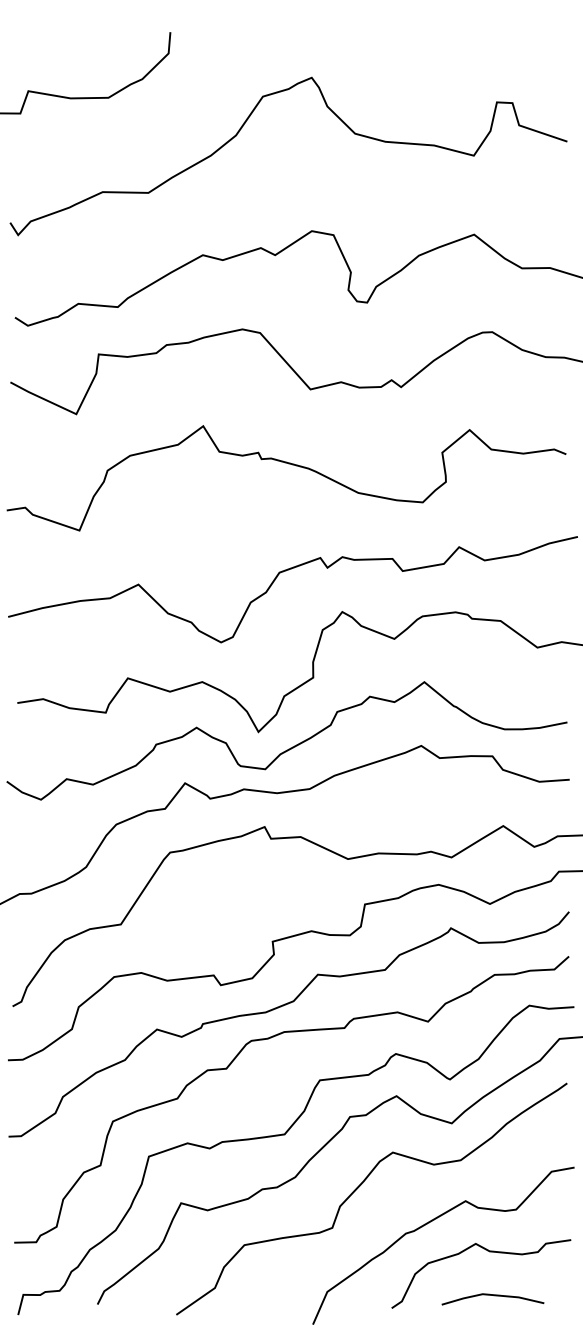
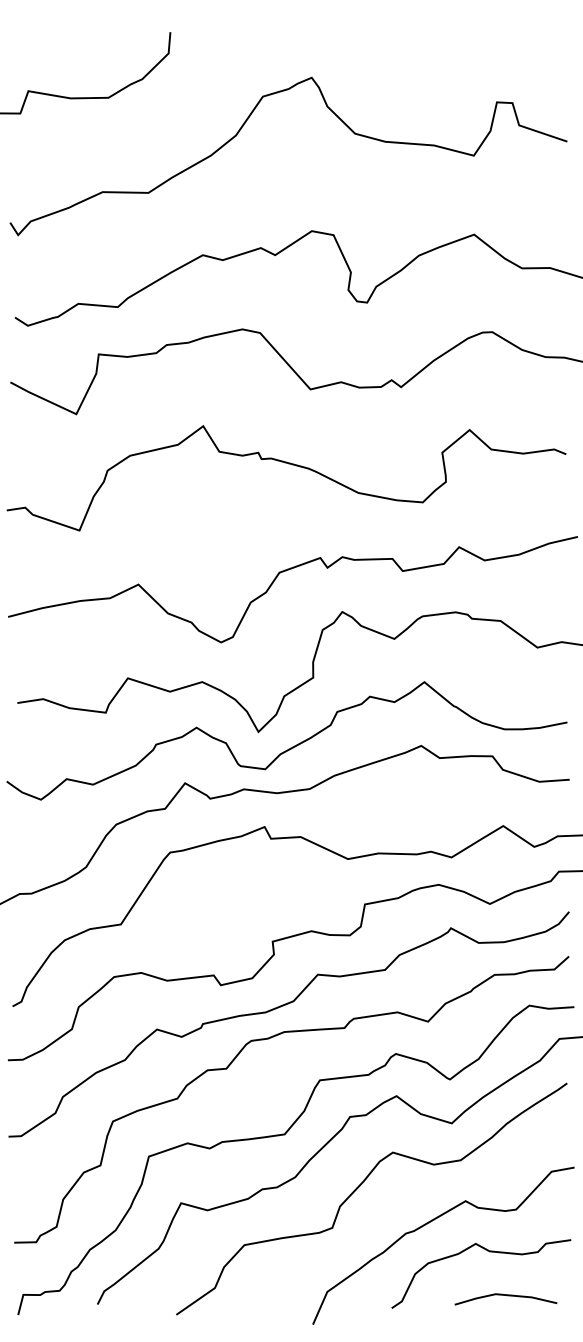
line at (494, 1296) position: (494, 1296) -> (507, 1296)
